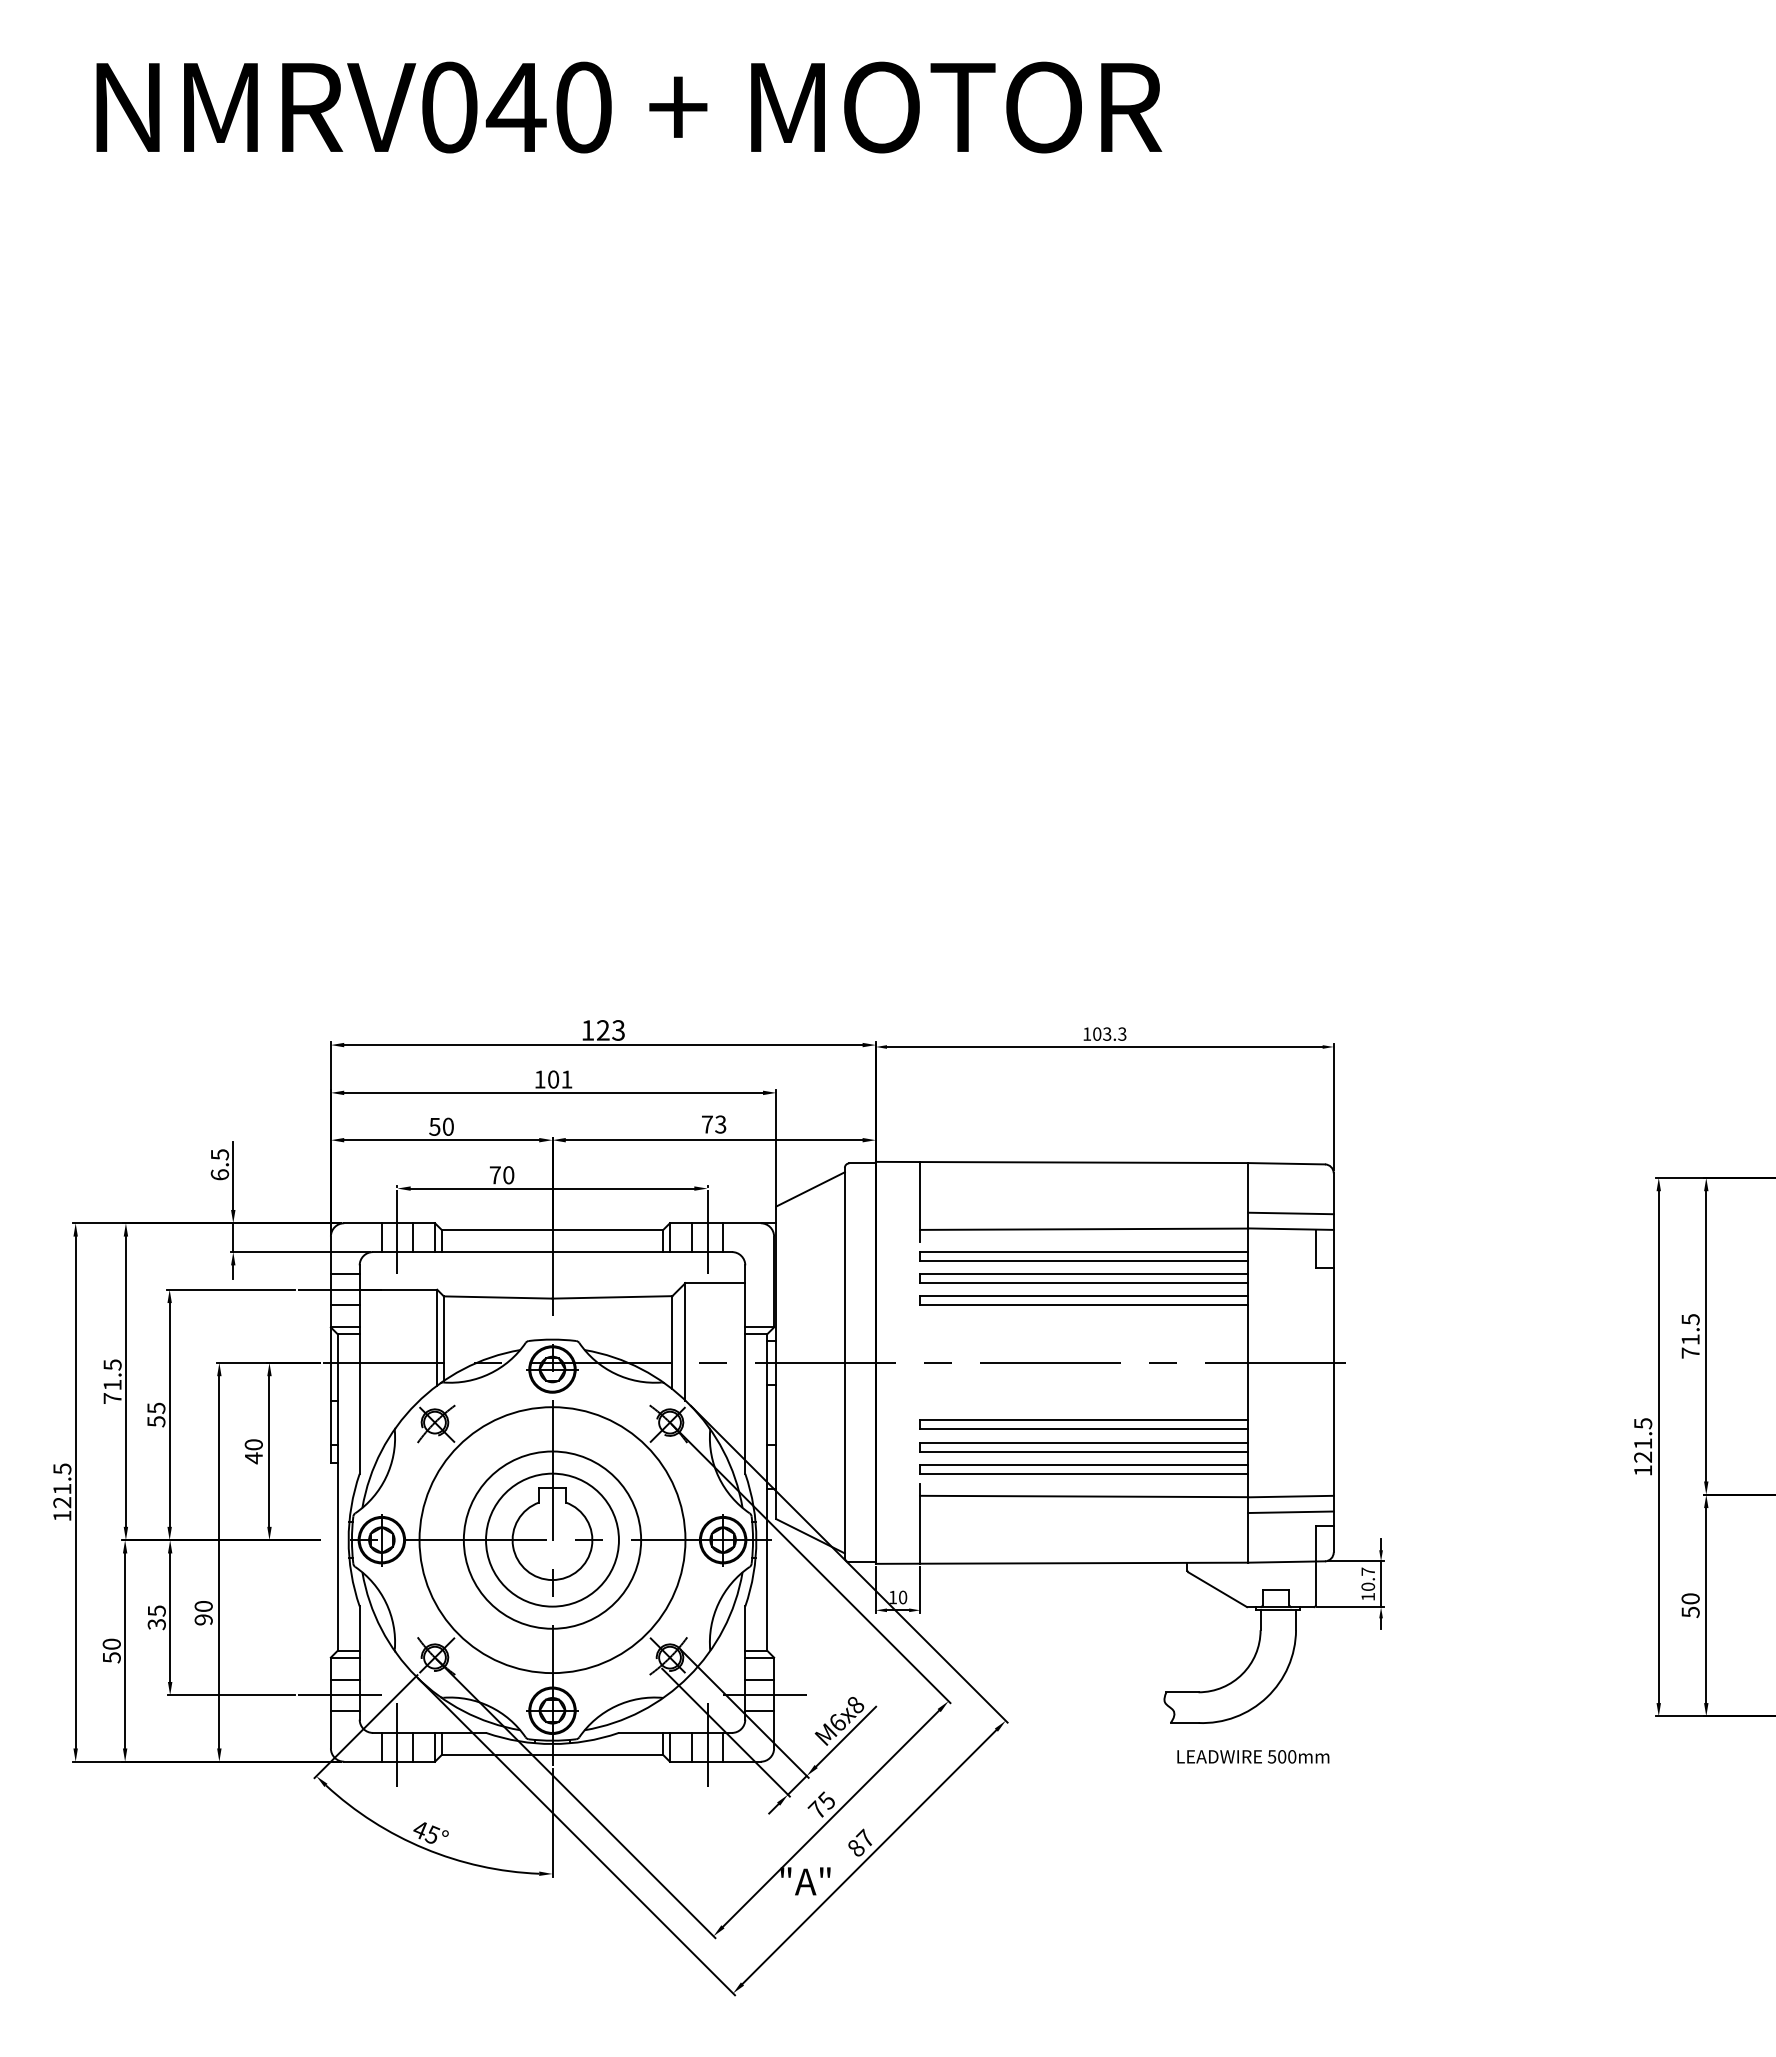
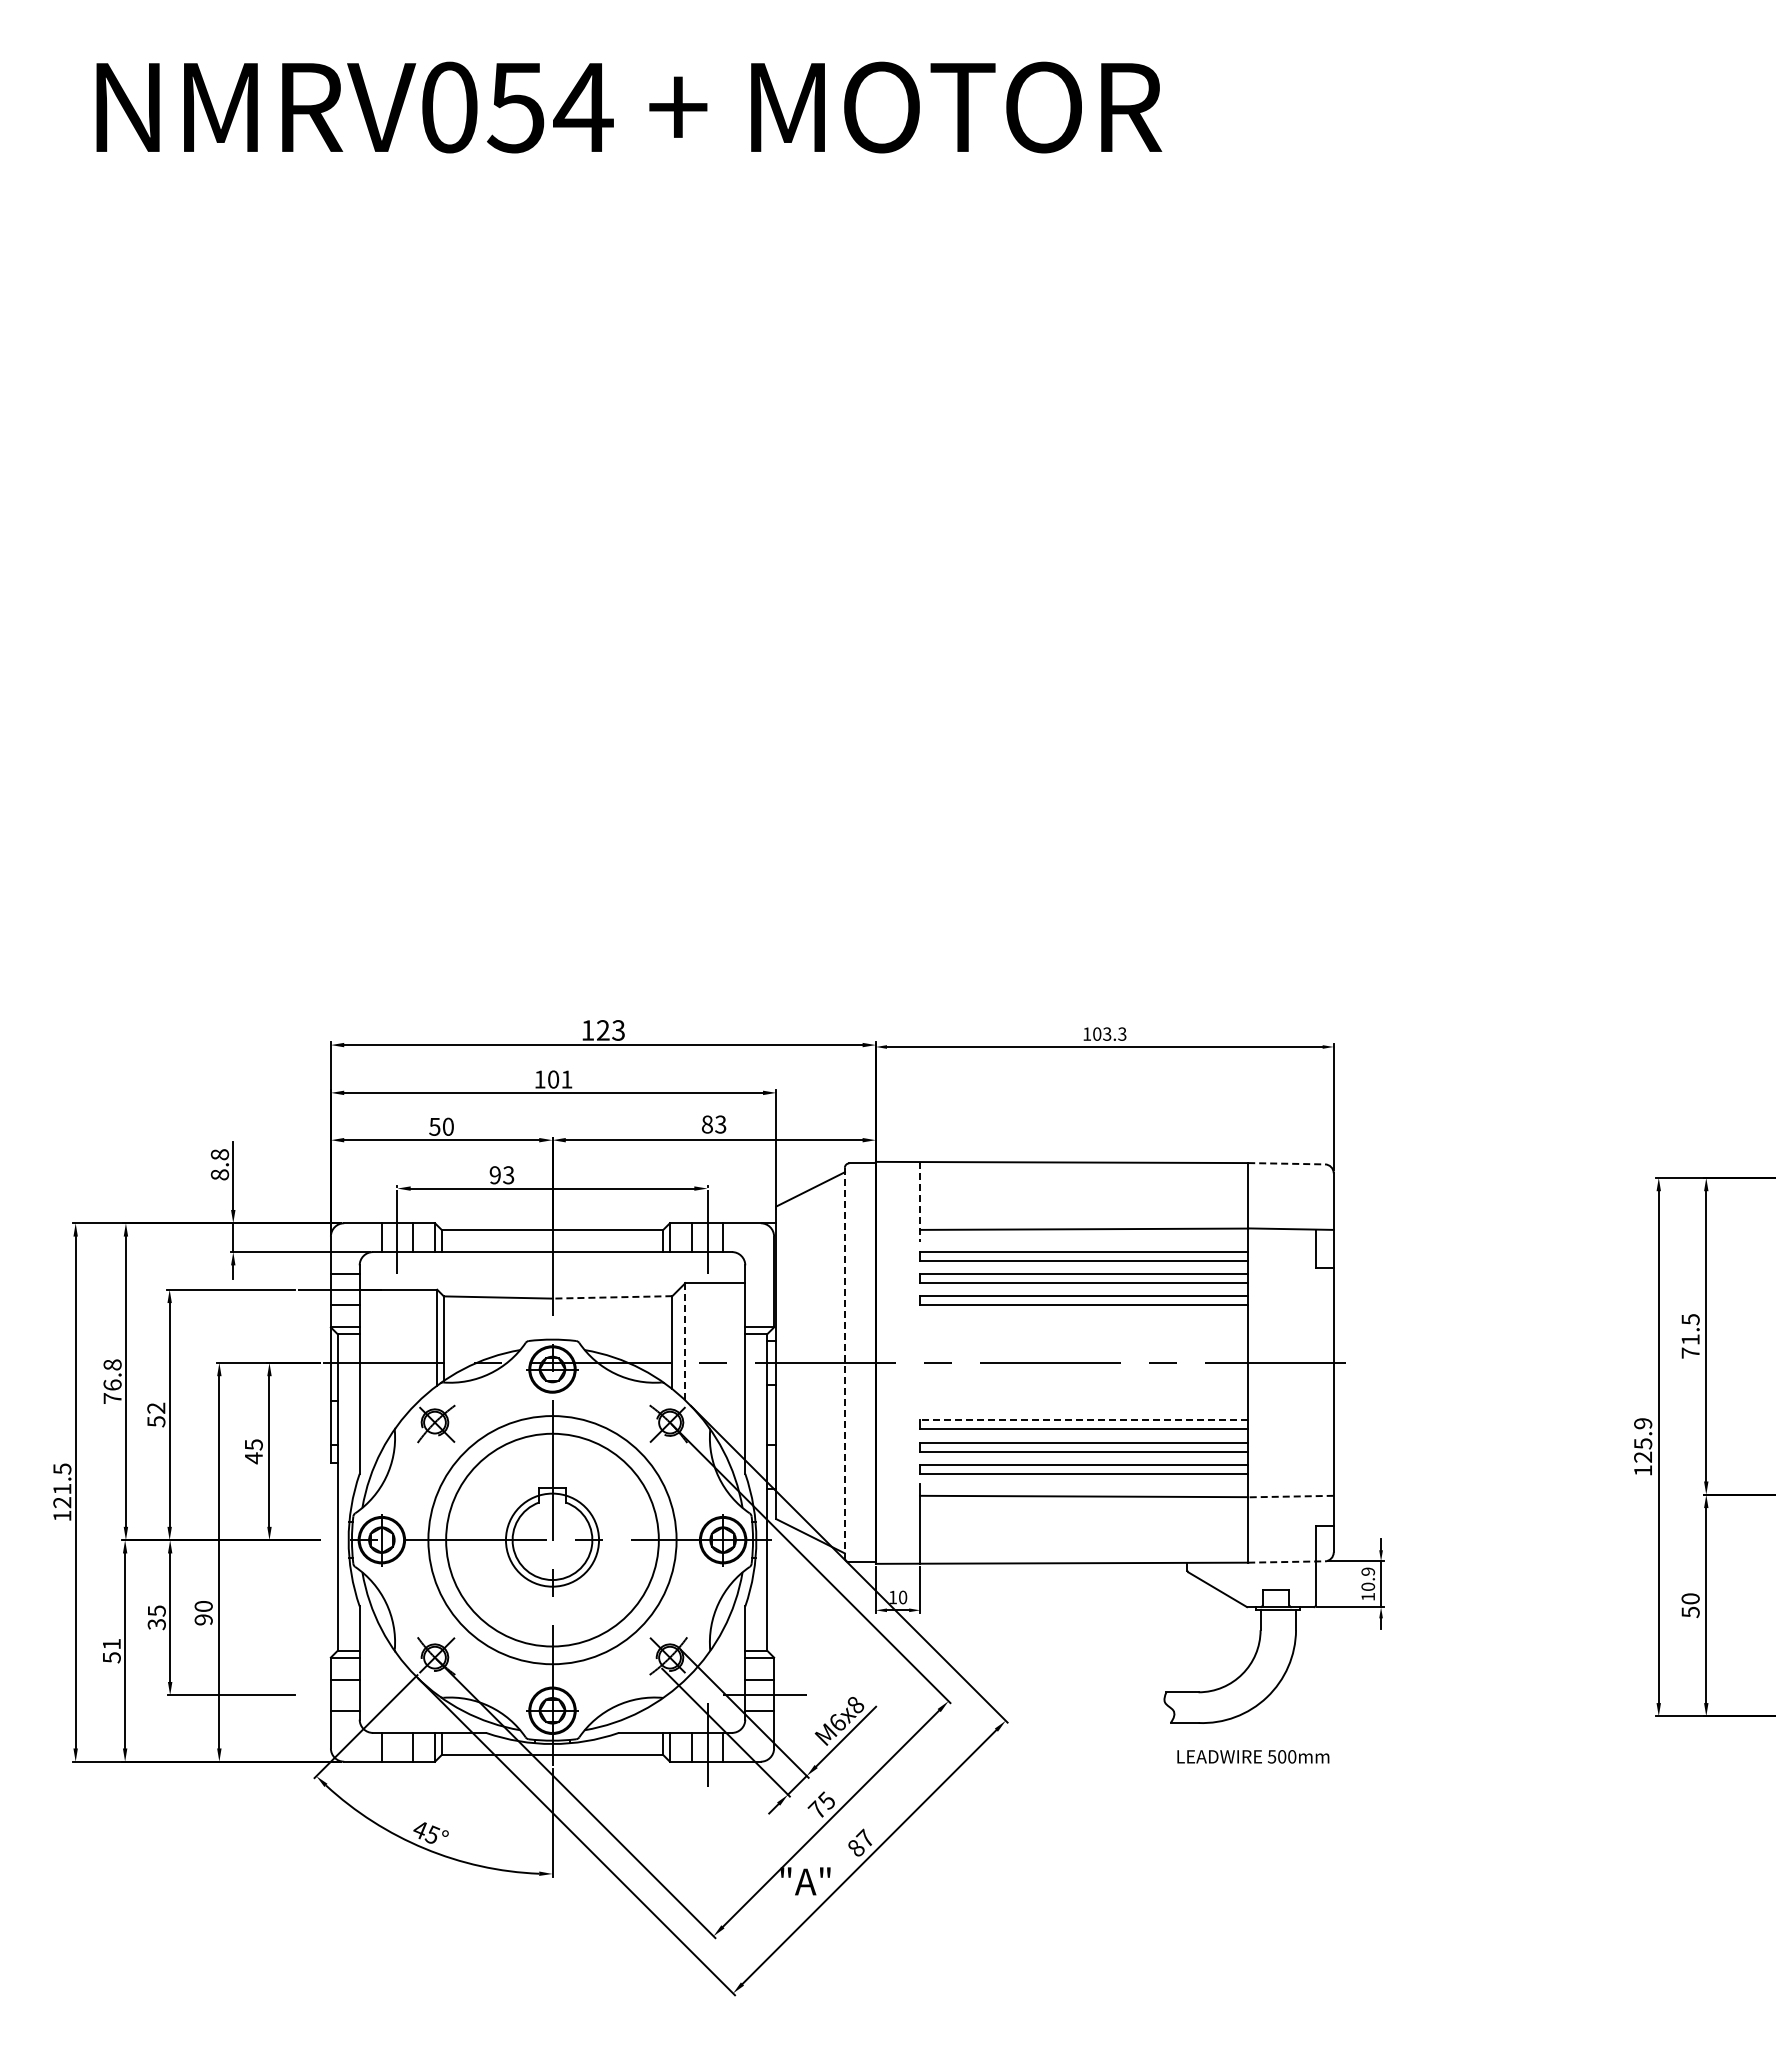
text at (549, 107): NMRV040 -> NMRV054
text at (707, 1124): 73 -> 83
line at (1287, 1163): solid -> dashed
text at (219, 1164): 6.5 -> 8.8
text at (501, 1175): 70 -> 93
line at (920, 1201): solid -> dashed
line at (1290, 1213): present -> none
line at (612, 1297): solid -> dashed
line at (685, 1341): solid -> dashed
line at (844, 1363): solid -> dashed
text at (112, 1374): 71.5 -> 76.8
text at (156, 1407): 55 -> 52
line at (1084, 1420): solid -> dashed
text at (1643, 1433): 121.5 -> 125.9
text at (253, 1444): 40 -> 45
line at (1290, 1496): solid -> dashed
line at (1290, 1512): present -> none
circle at (552, 1539) diameter: 133 px -> 93 px
circle at (552, 1539) diameter: 177 px -> 248 px
circle at (552, 1540) diameter: 266 px -> 213 px
line at (1287, 1561): solid -> dashed
text at (1368, 1571): 10.7 -> 10.9
text at (111, 1643): 50 -> 51
line at (339, 1695): present -> none
line at (397, 1744): present -> none
